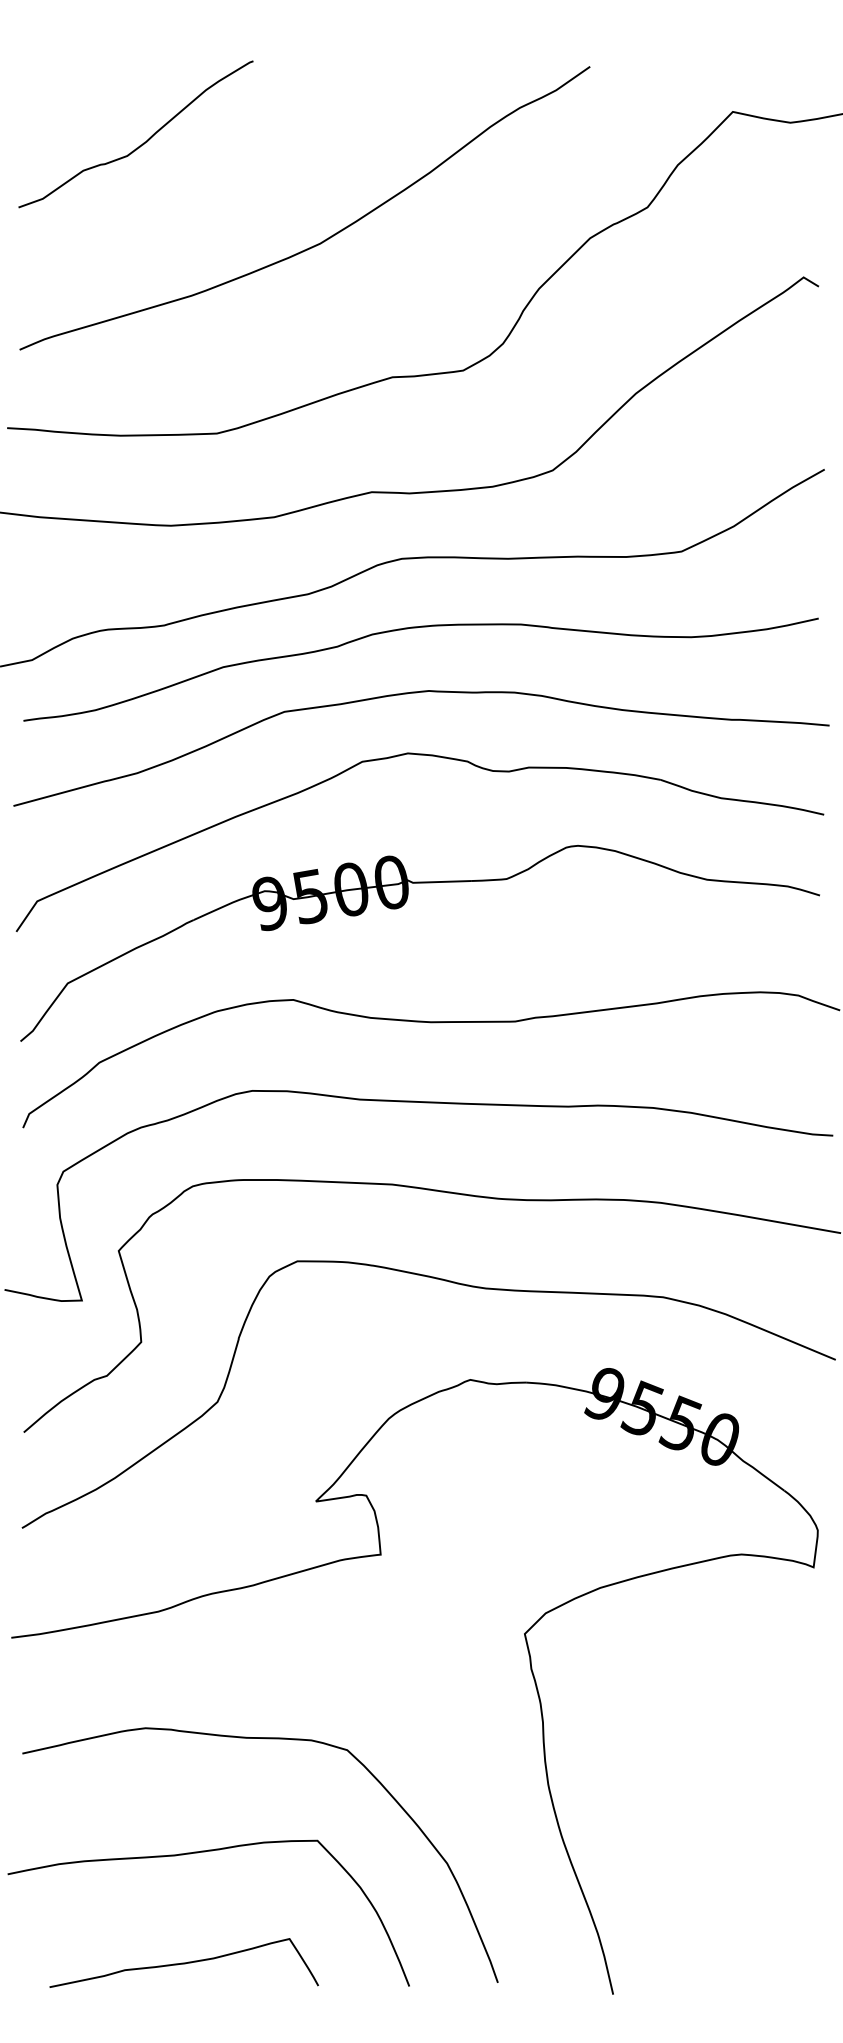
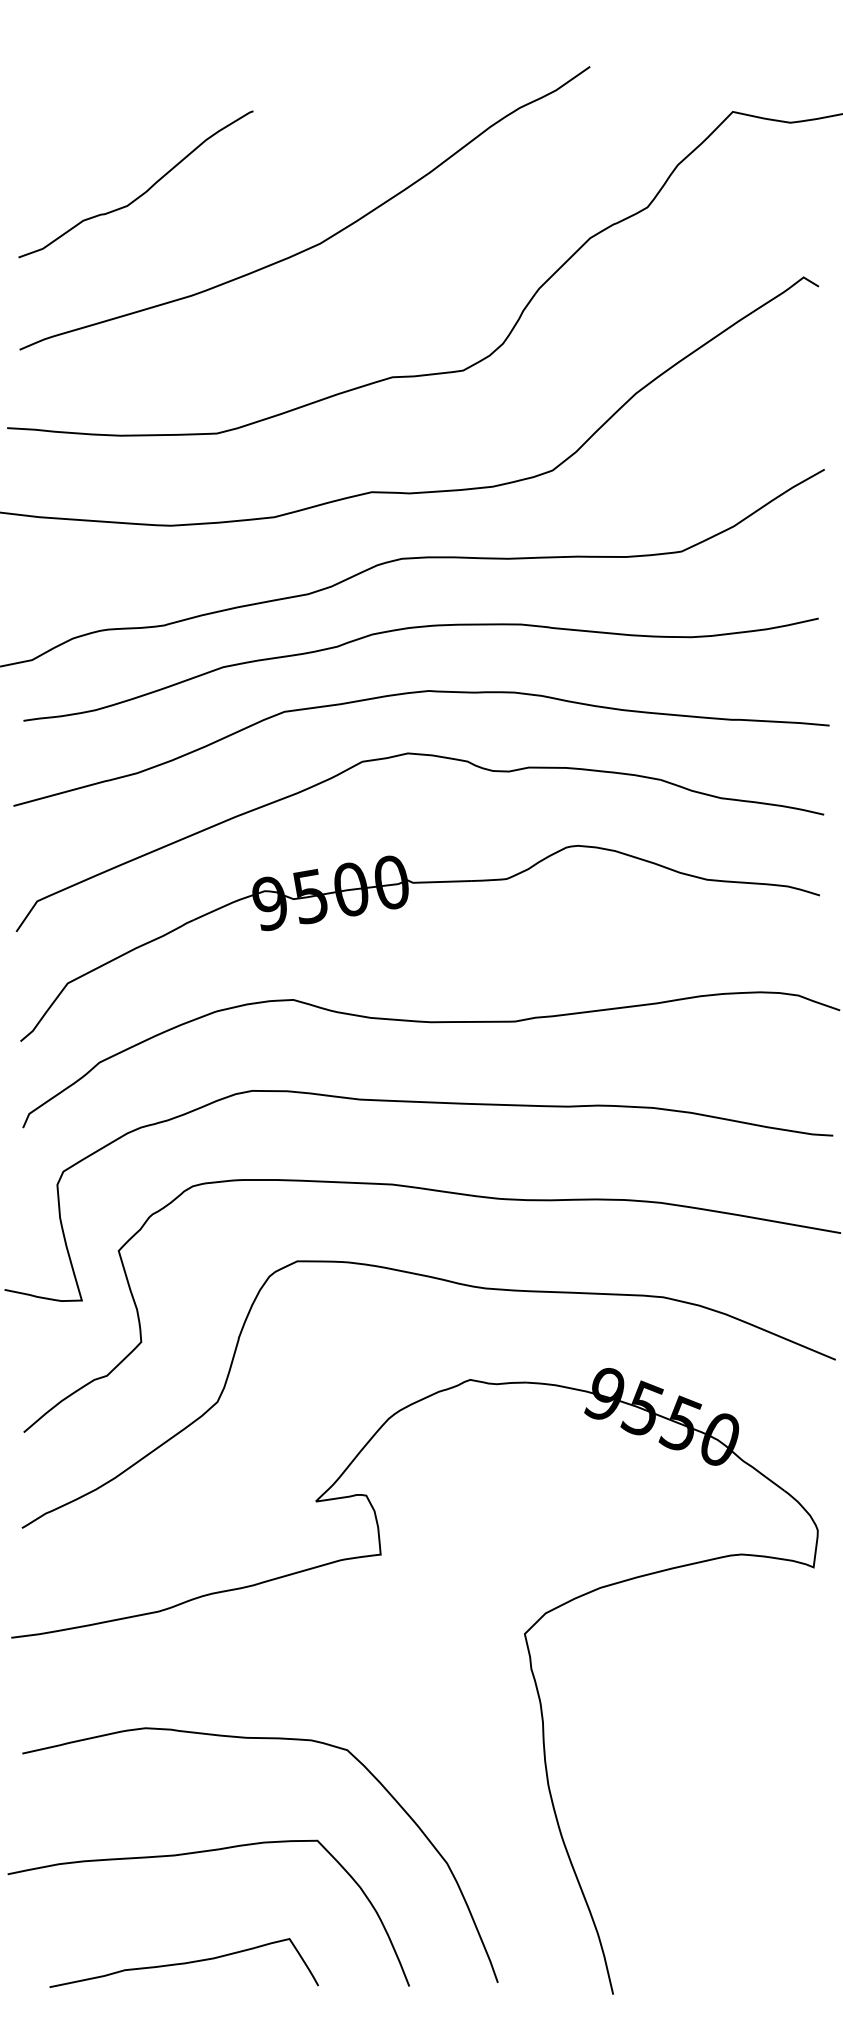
curve at (143, 142) position: (143, 142) -> (143, 192)
